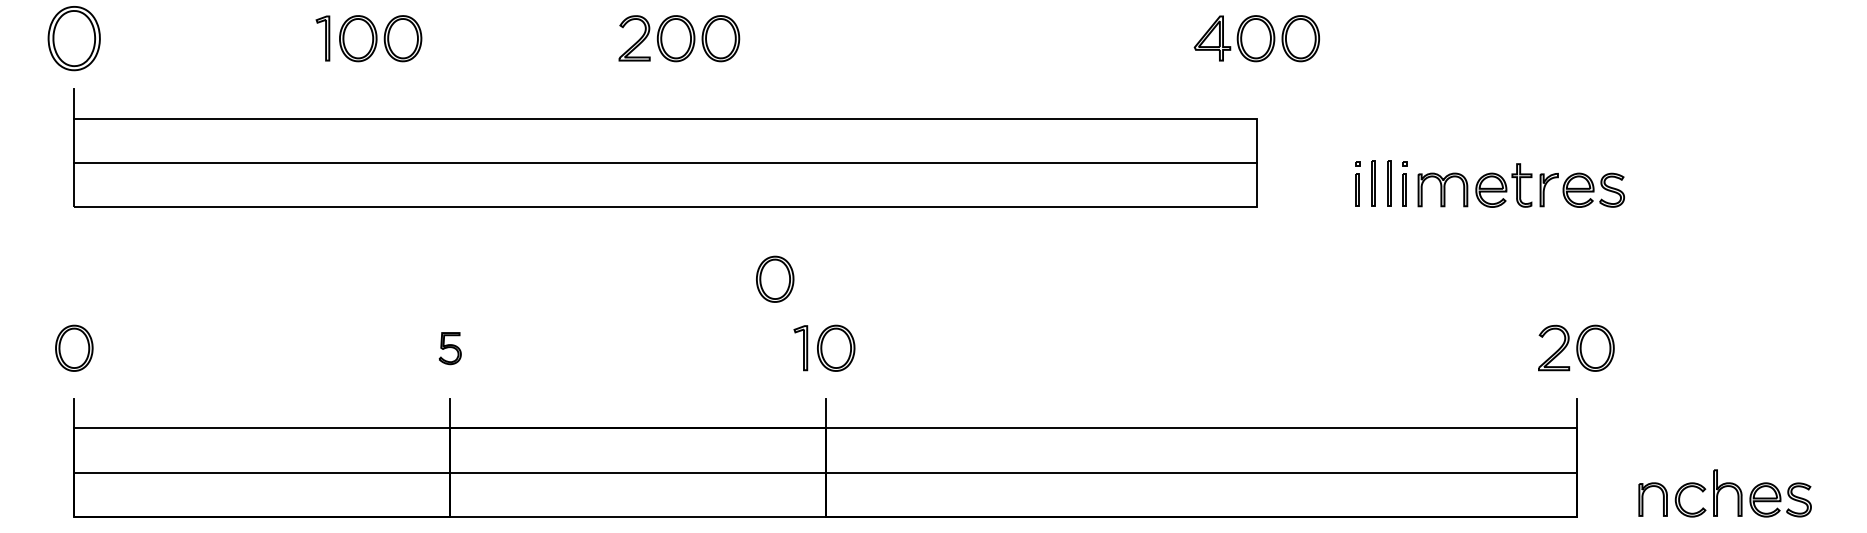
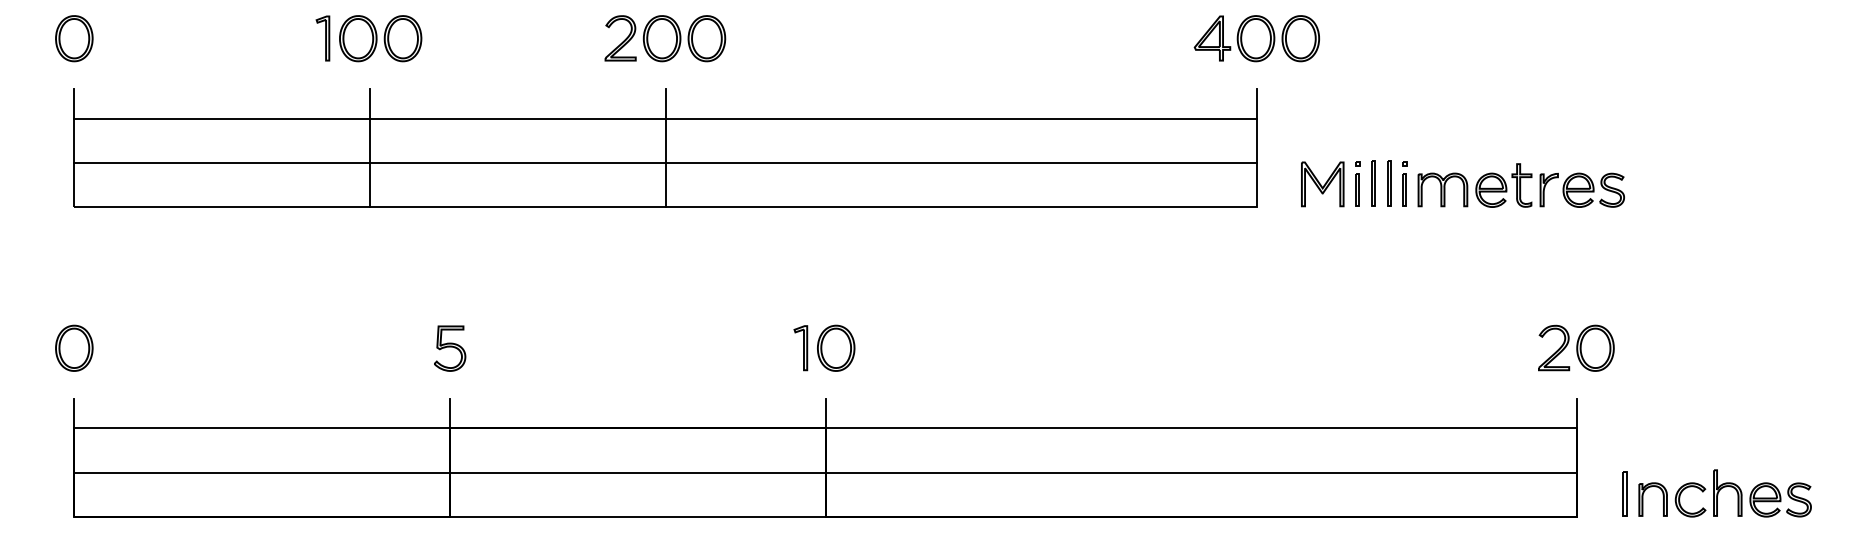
part at (73, 38) size: 54x66 px -> 39x48 px
part at (679, 38) position: (679, 38) -> (665, 38)
line at (1257, 103): none -> present
line at (370, 148): none -> present
line at (665, 148): none -> present
part at (1322, 184): none -> present
part at (775, 278): present -> none
part at (449, 348) size: 24x34 px -> 33x47 px
part at (1624, 493): none -> present
